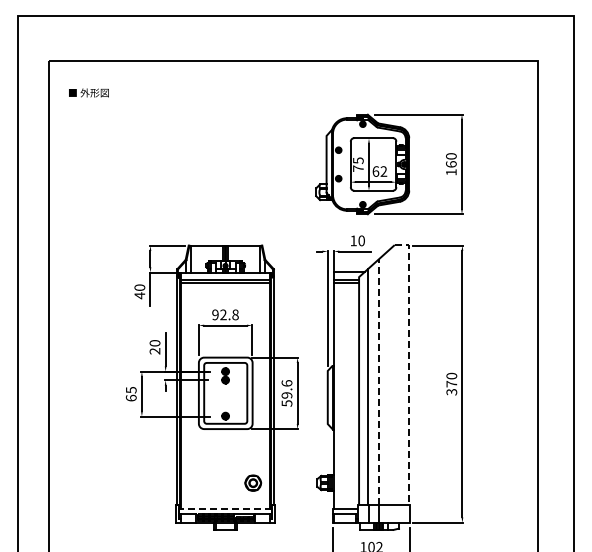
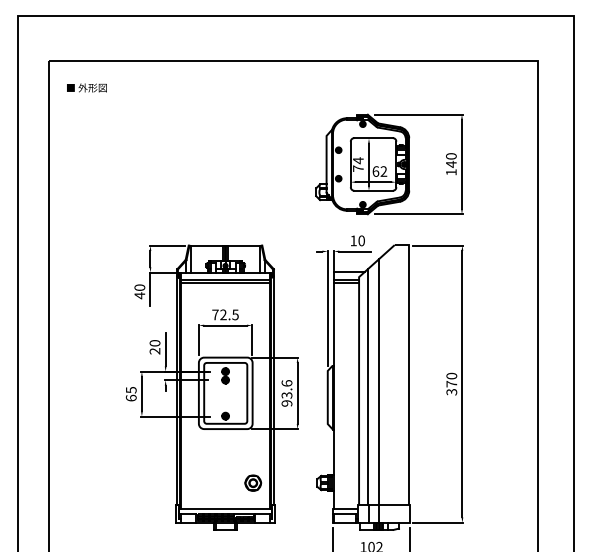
text at (88, 92) position: (88, 92) -> (86, 87)
text at (358, 160): 75 -> 74
text at (451, 163): 160 -> 140
text at (225, 314): 92.8 -> 72.5
line at (408, 367): dashed -> solid
line at (378, 382): dashed -> solid
text at (286, 399): 59.6 -> 93.6
line at (225, 508): dashed -> solid
